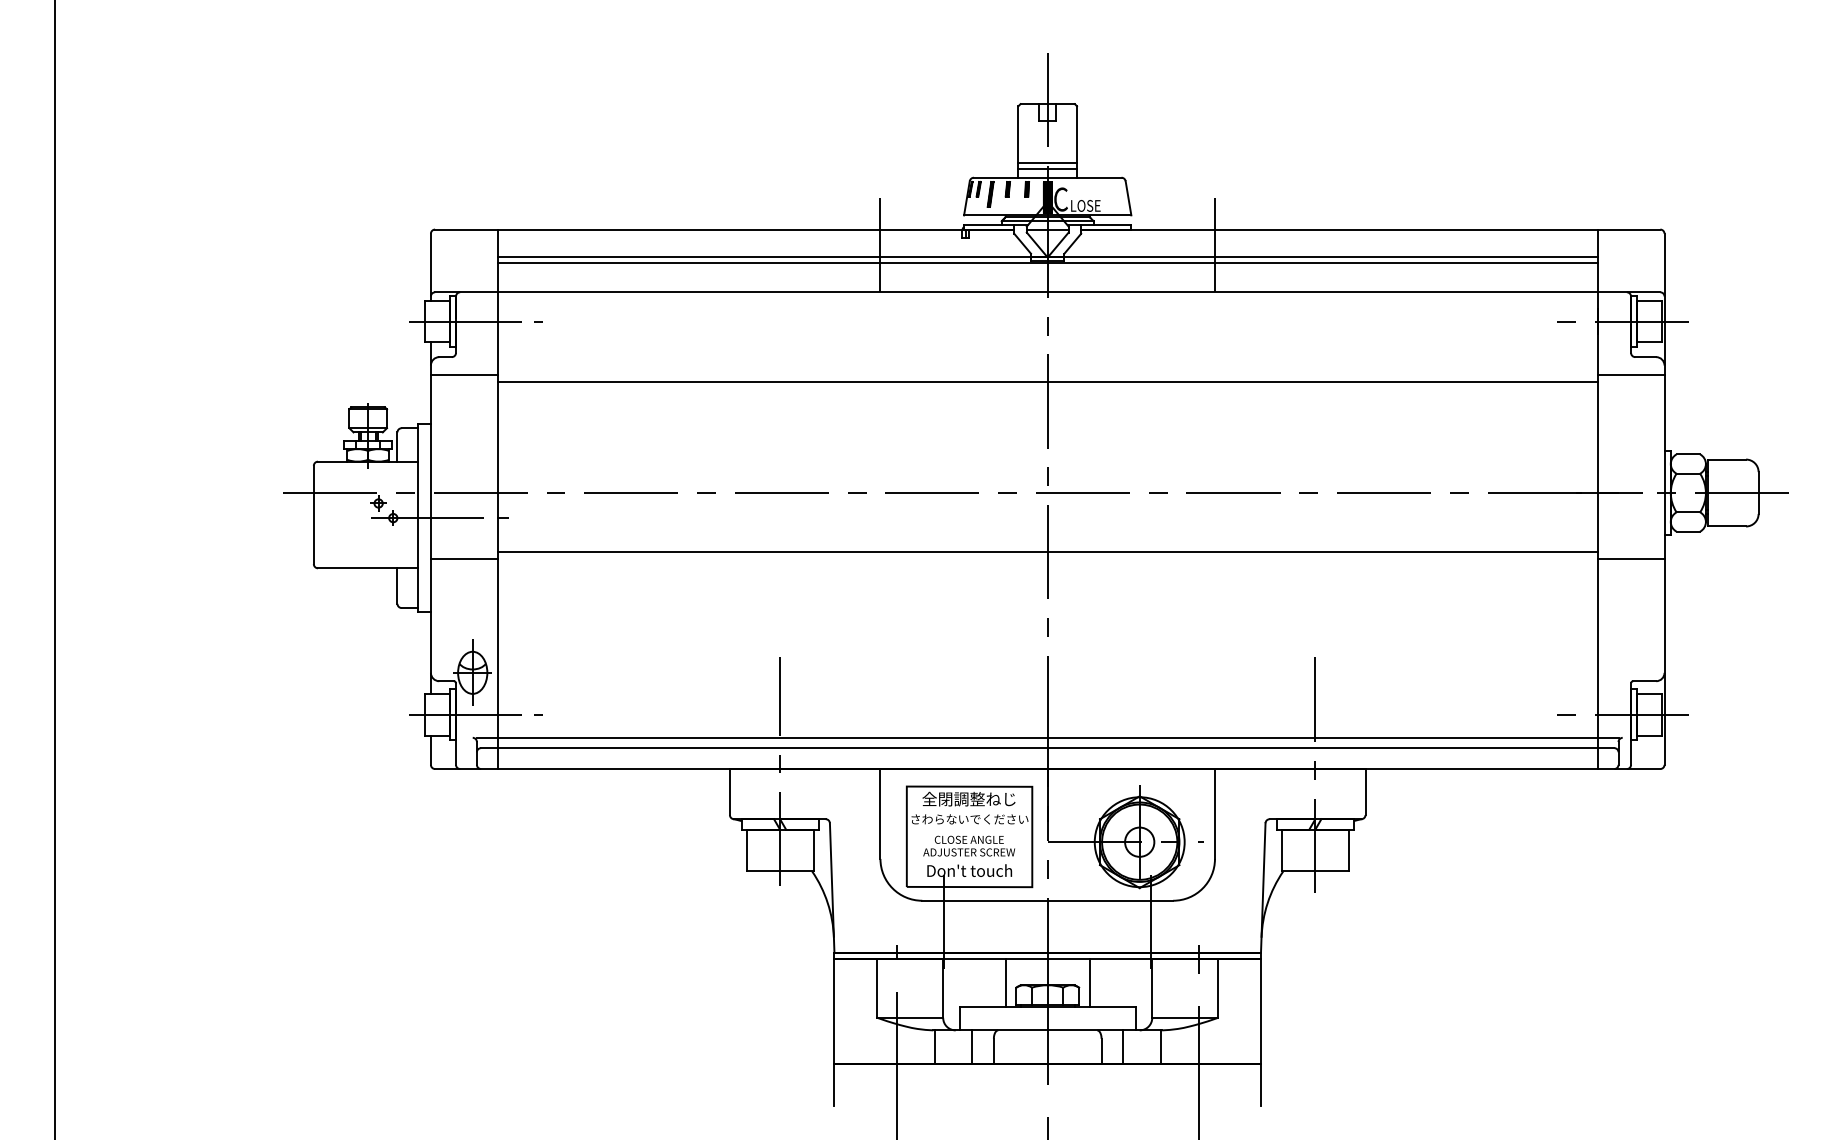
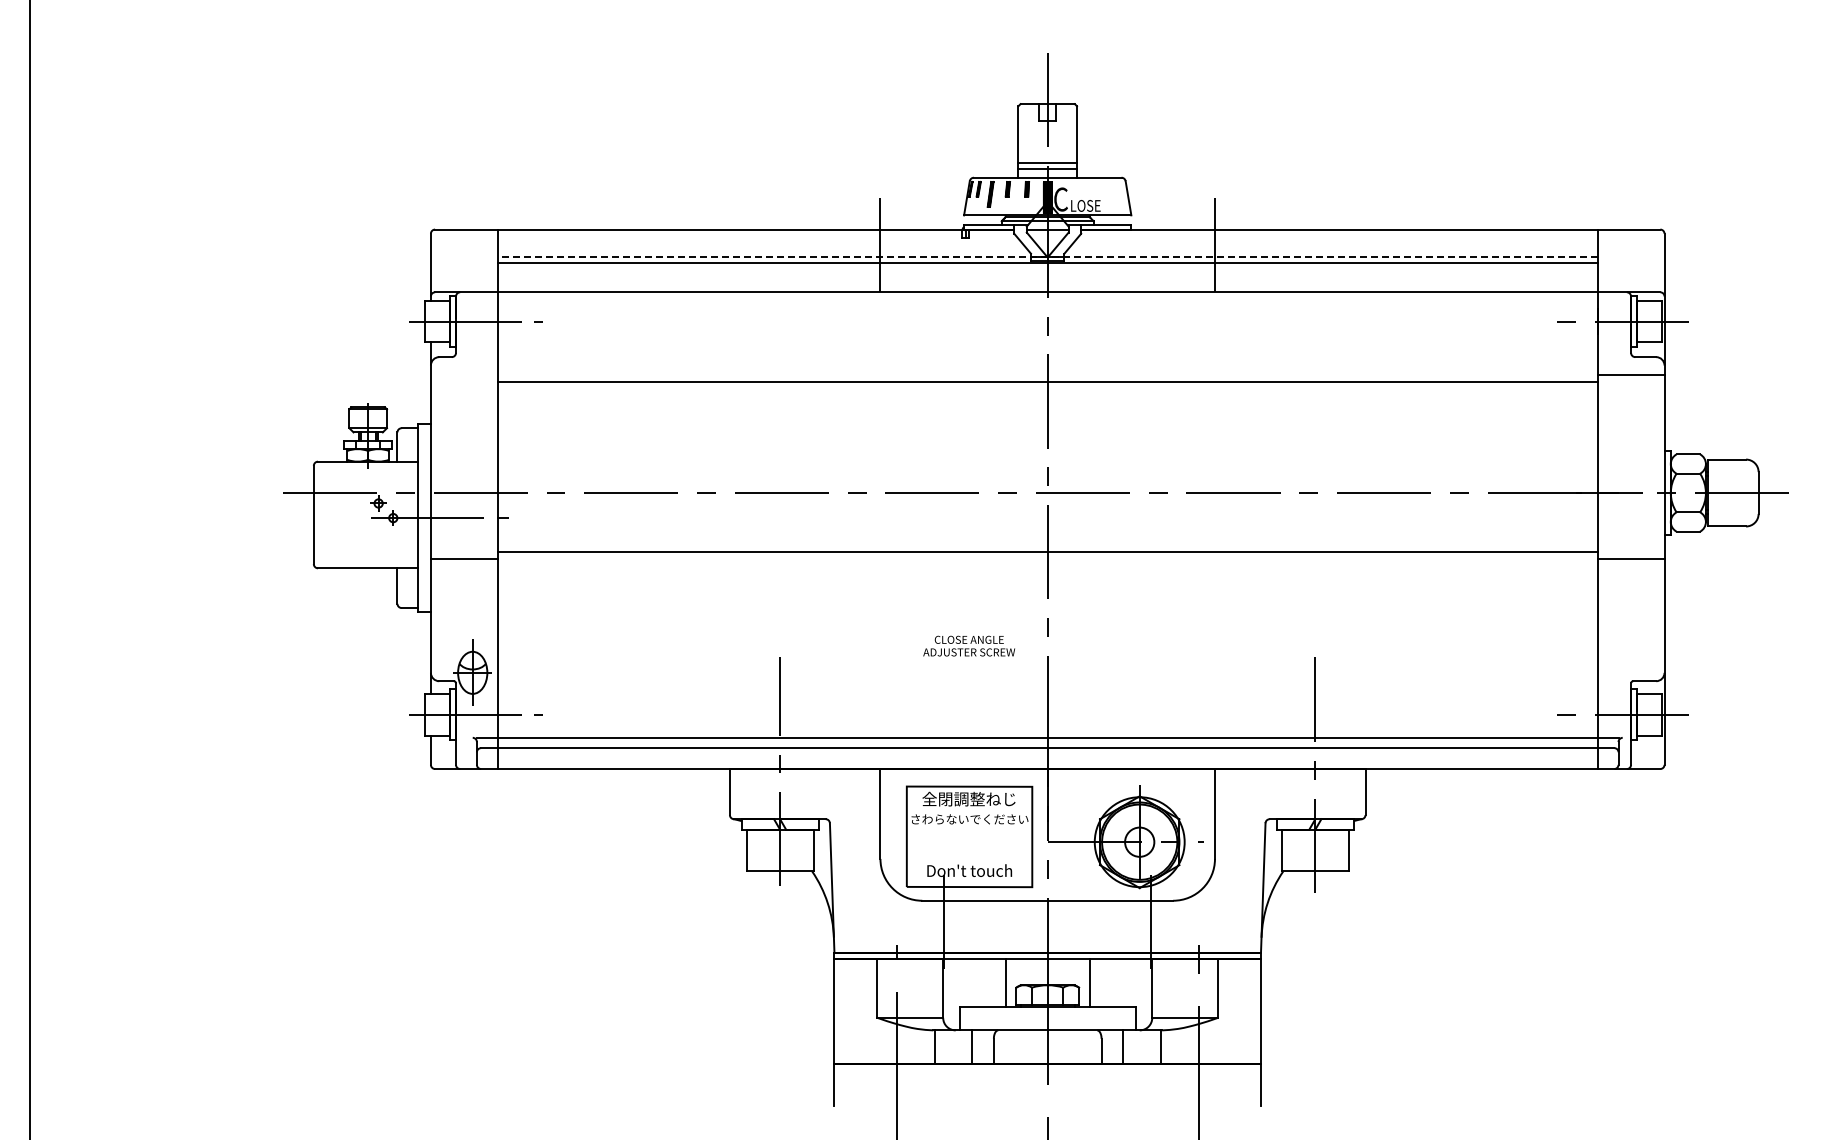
line at (1047, 256): solid -> dashed
line at (463, 374): present -> none
line at (55, 569) position: (55, 569) -> (30, 569)
text at (968, 845) position: (968, 845) -> (968, 645)
